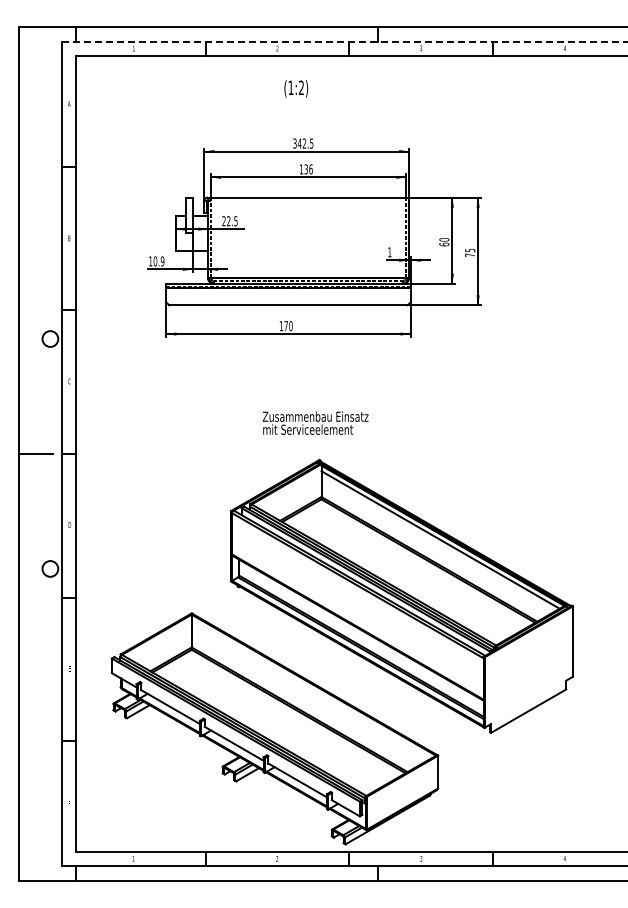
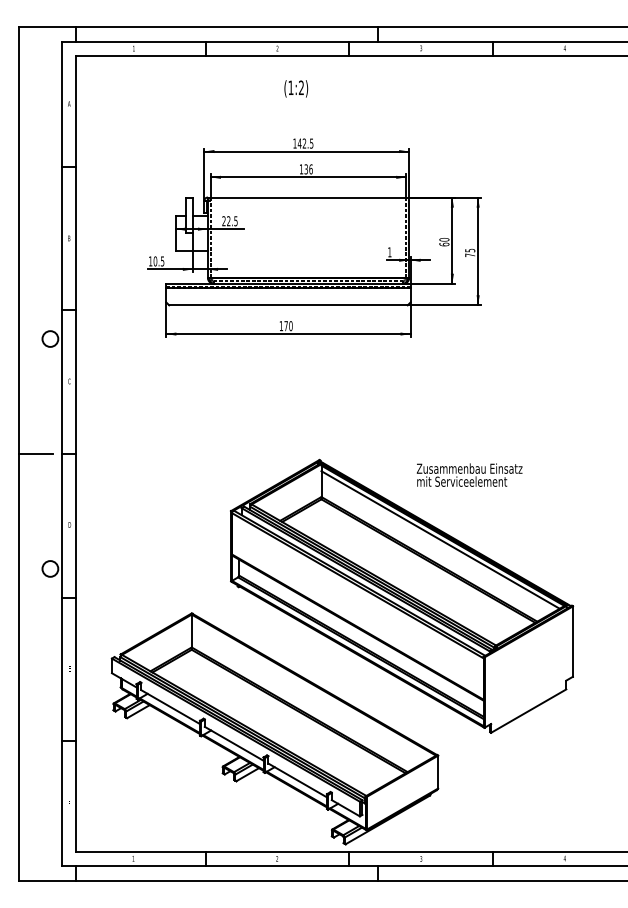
line at (344, 41): dashed -> solid
text at (294, 143): 342.5 -> 142.5
text at (162, 261): 10.9 -> 10.5
text at (315, 422) position: (315, 422) -> (469, 474)
